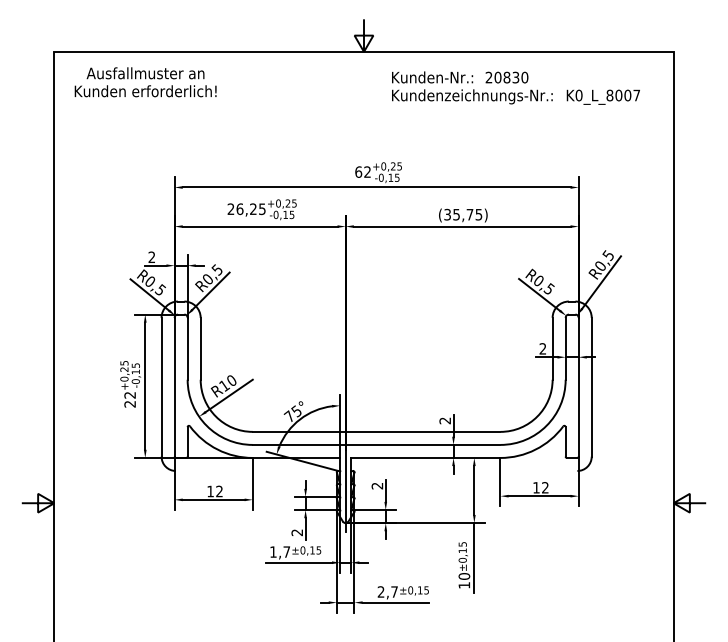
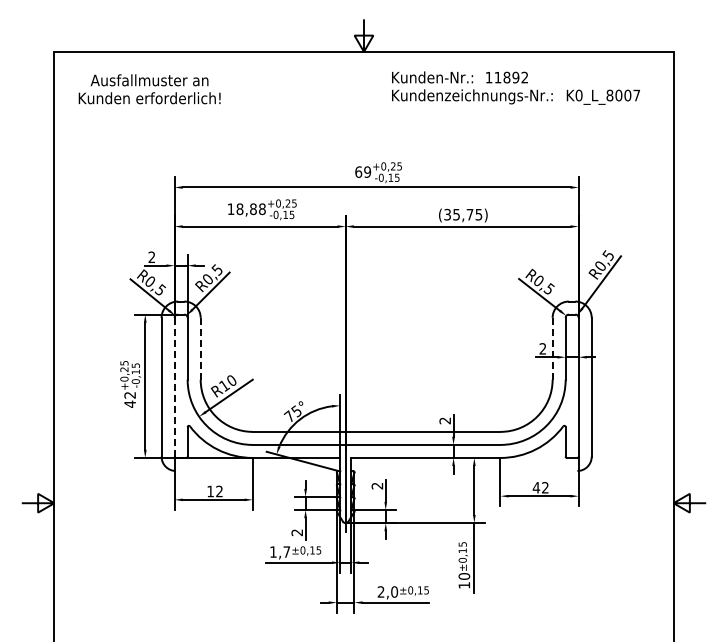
text at (506, 77): 20830 -> 11892
text at (145, 82) position: (145, 82) -> (149, 89)
text at (367, 171): 62 -> 69
text at (246, 209): 26,25 -> 18,88
line at (200, 348): solid -> dashed
line at (552, 348): solid -> dashed
line at (174, 386): solid -> dashed
text at (129, 403): 22 -> 42
text at (536, 487): 12 -> 42
text at (394, 591): 2,7 -> 2,0
